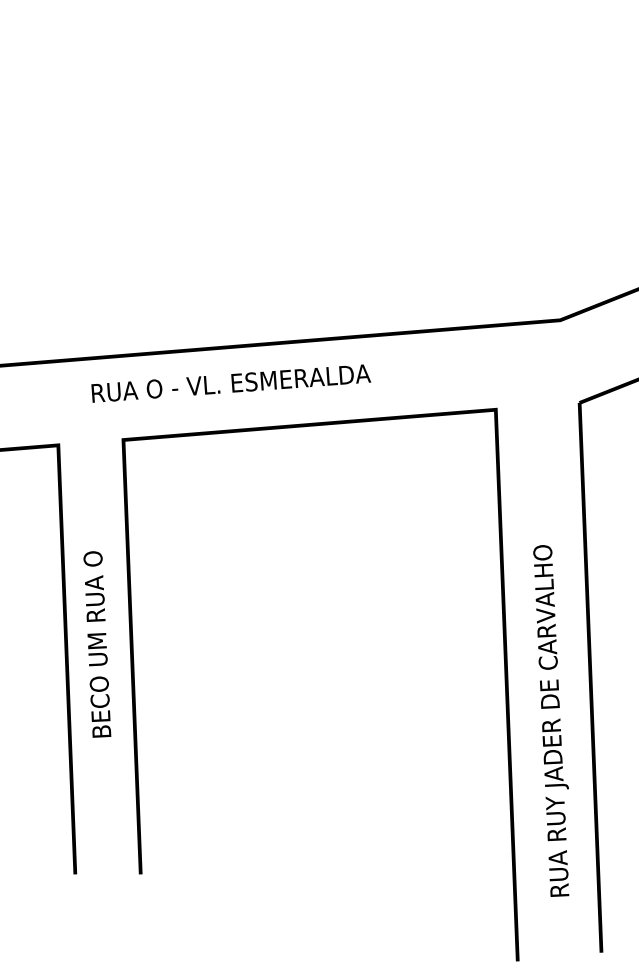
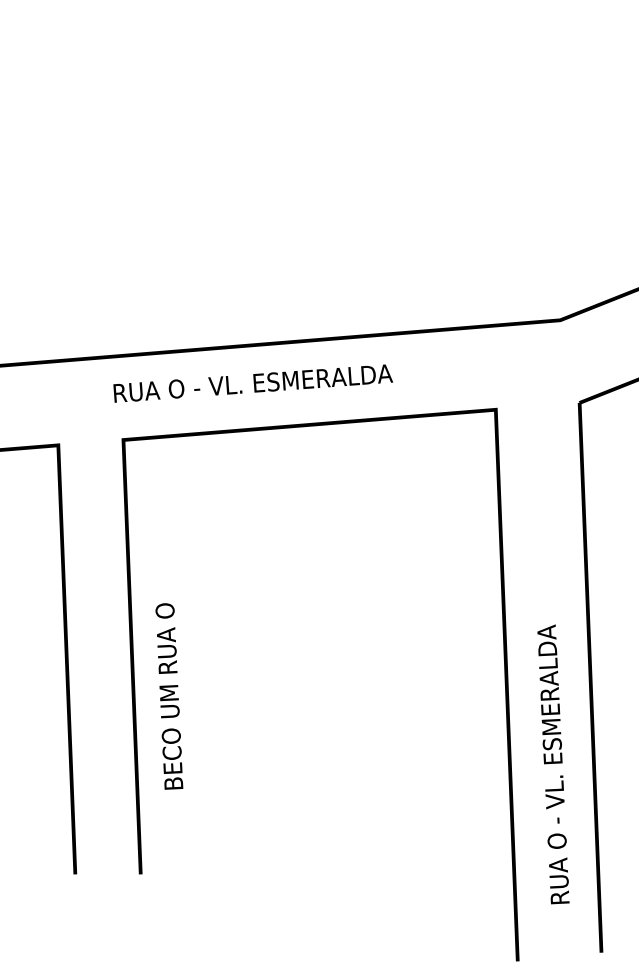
text at (231, 383) position: (231, 383) -> (253, 383)
text at (97, 644) position: (97, 644) -> (169, 696)
text at (551, 724): RUA RUY JADER DE CARVALHO -> RUA O - VL. ESMERALDA
